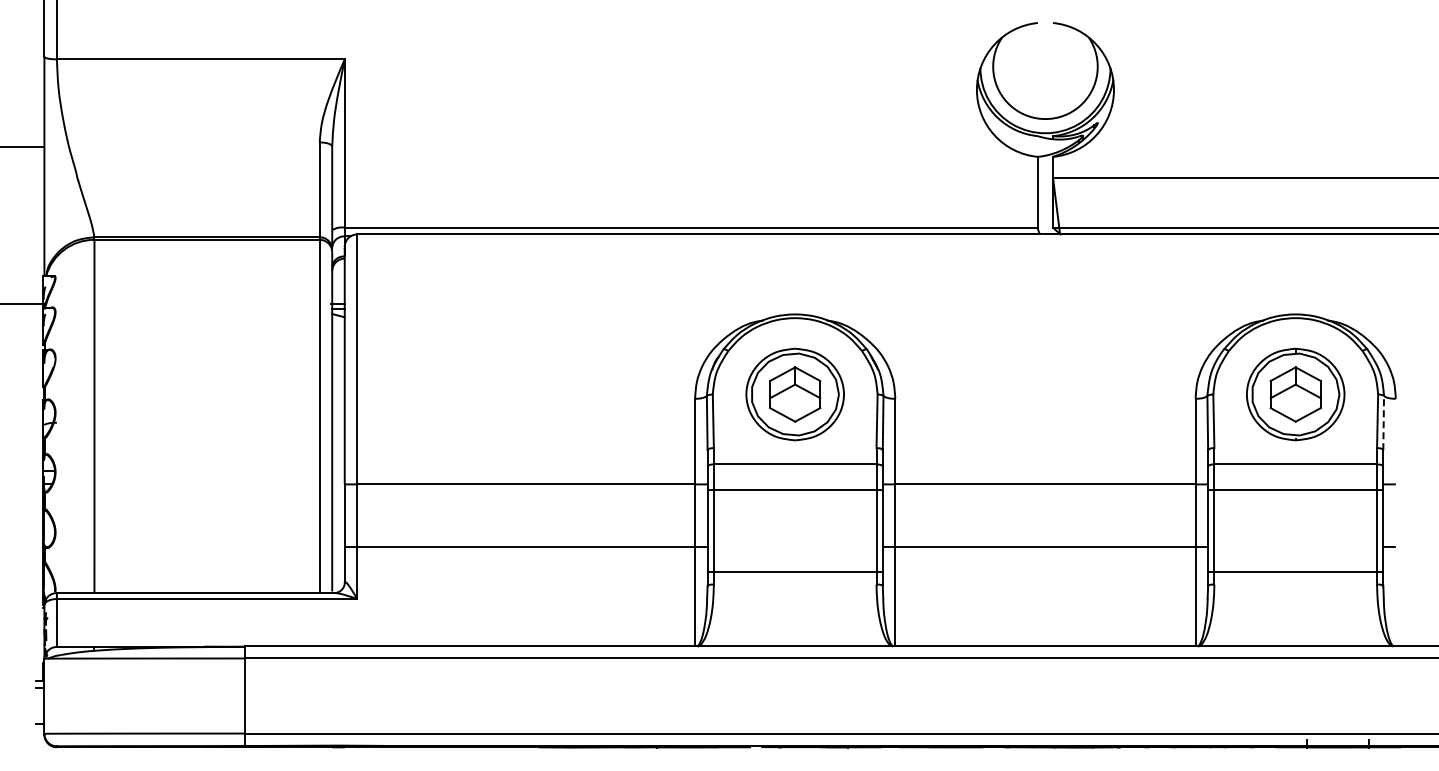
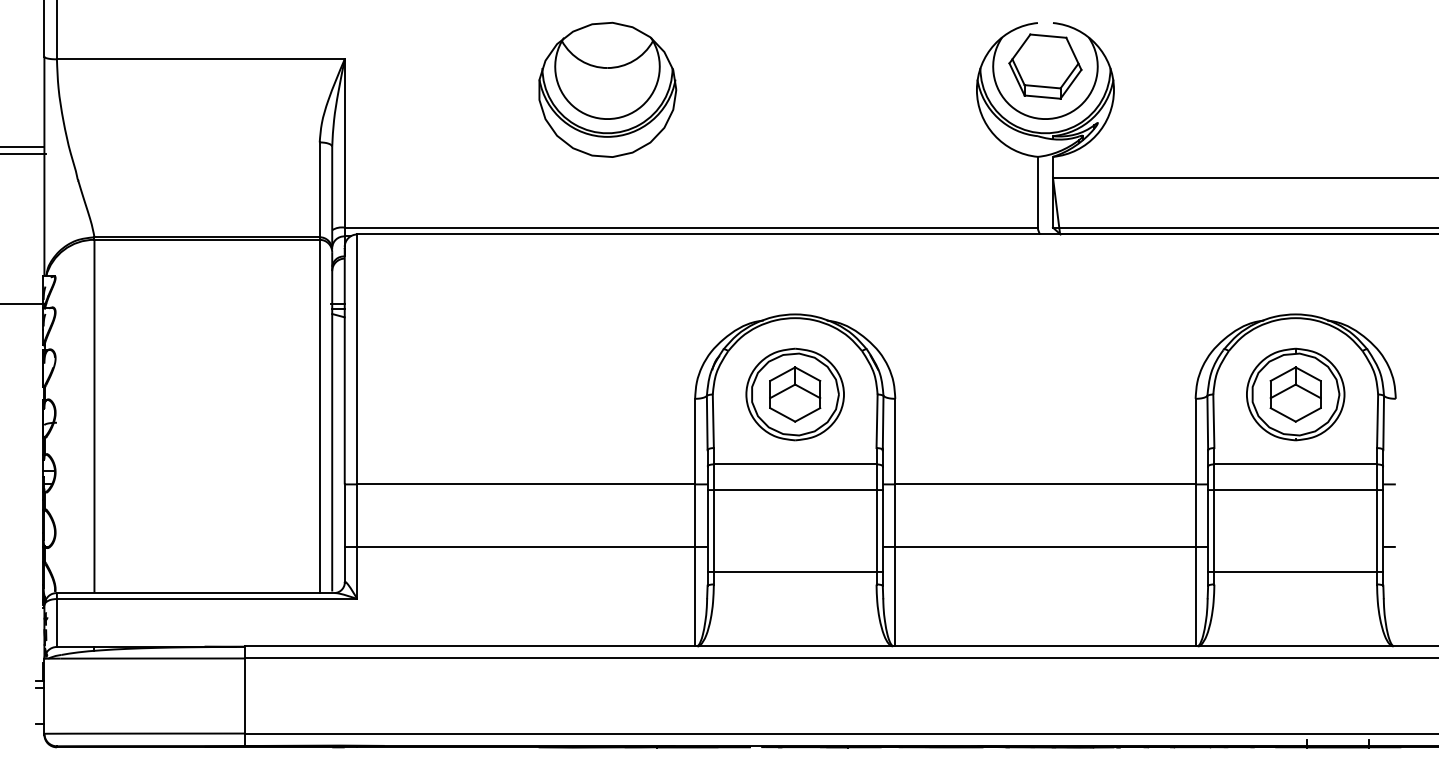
part at (1045, 66): none -> present
part at (607, 89): none -> present
line at (24, 154): none -> present
line at (1383, 422): dashed -> solid
